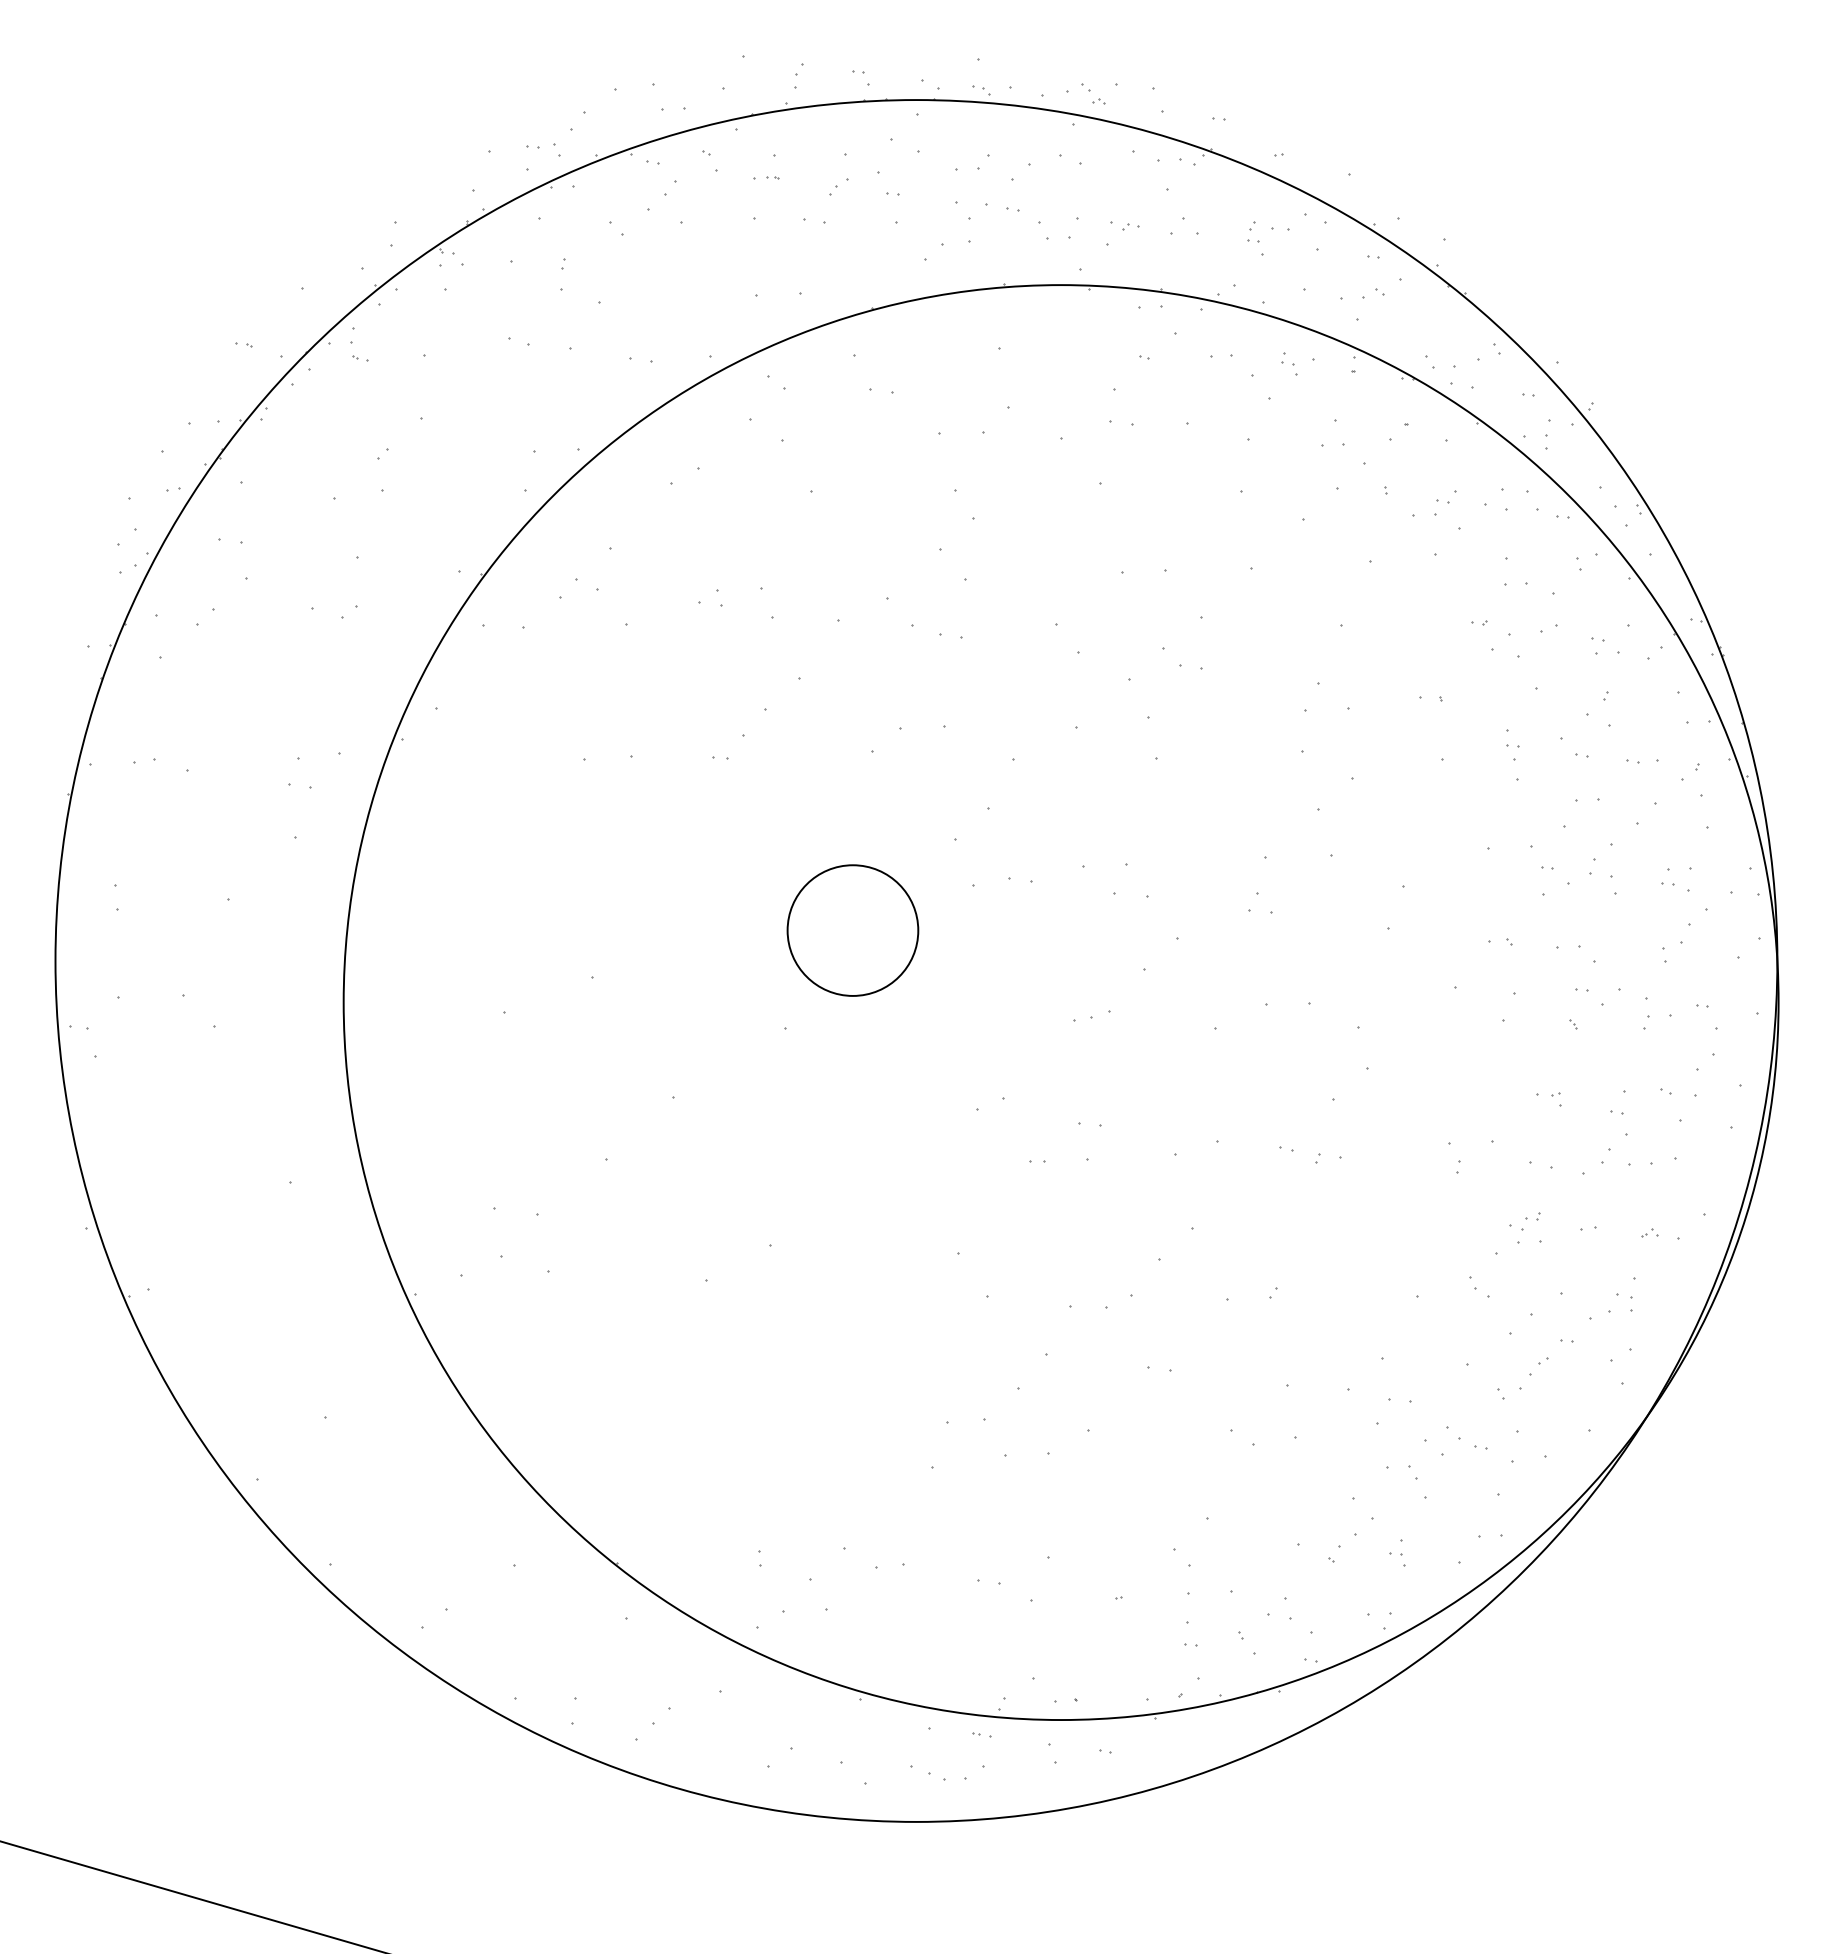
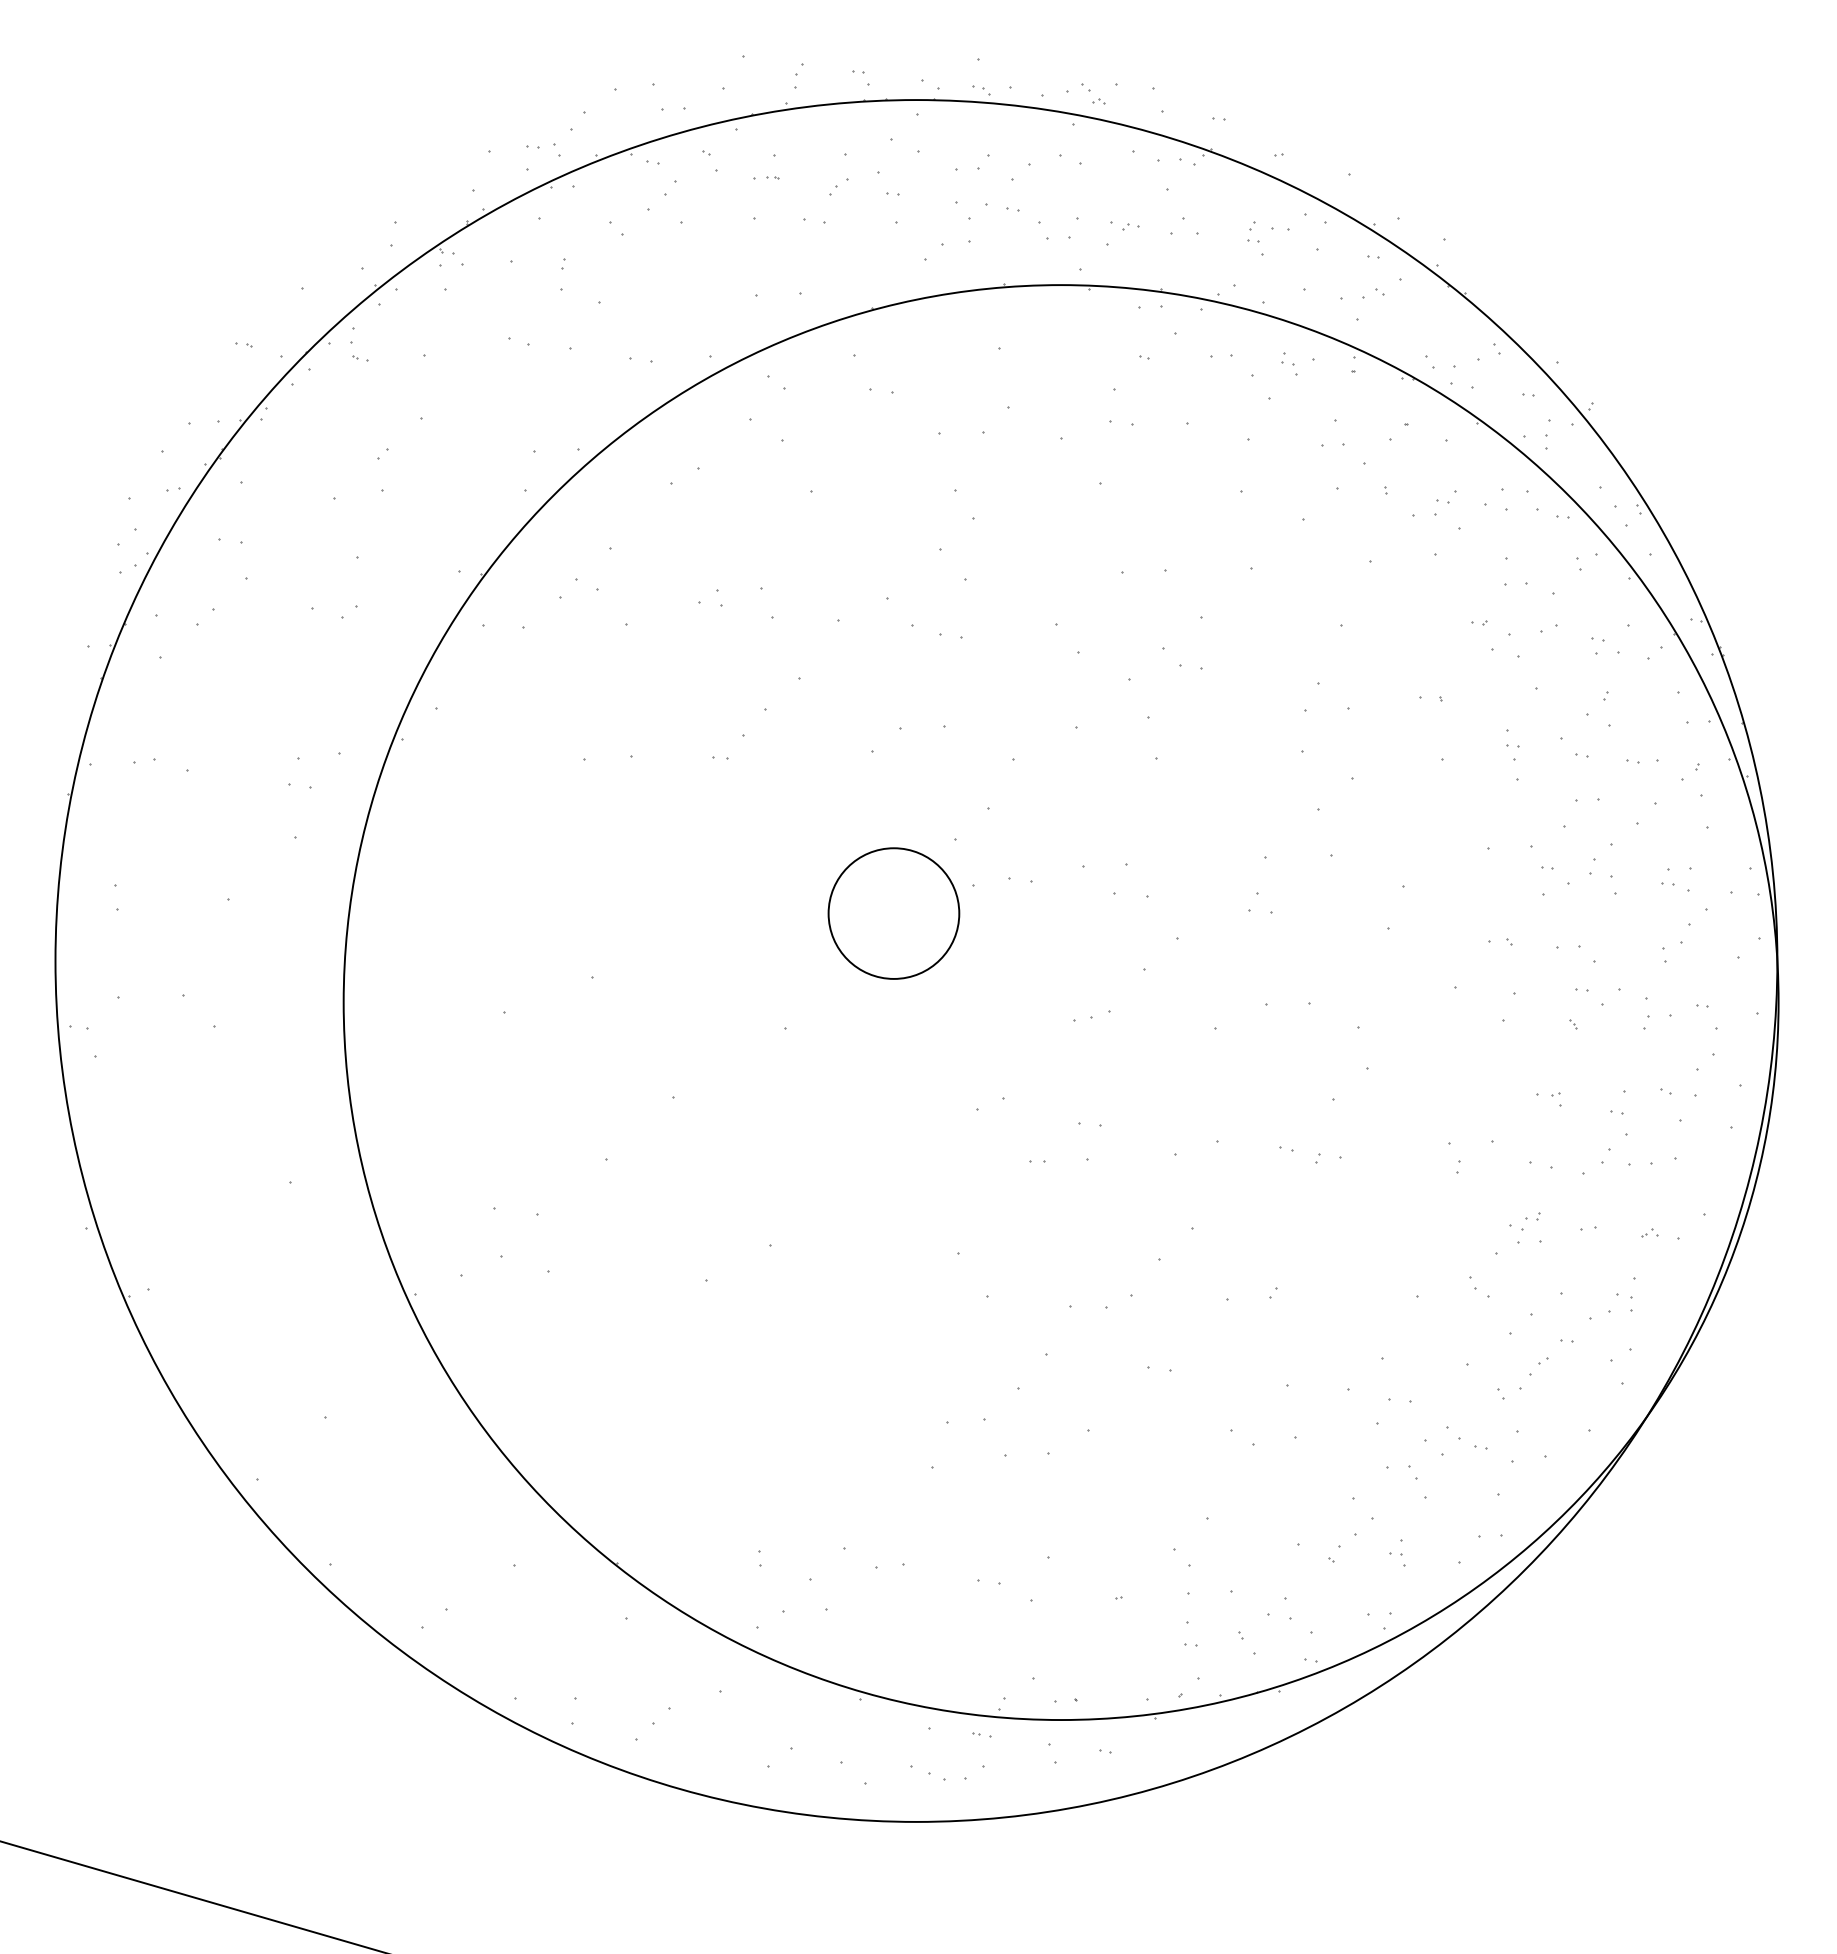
circle at (852, 930) position: (852, 930) -> (893, 913)
